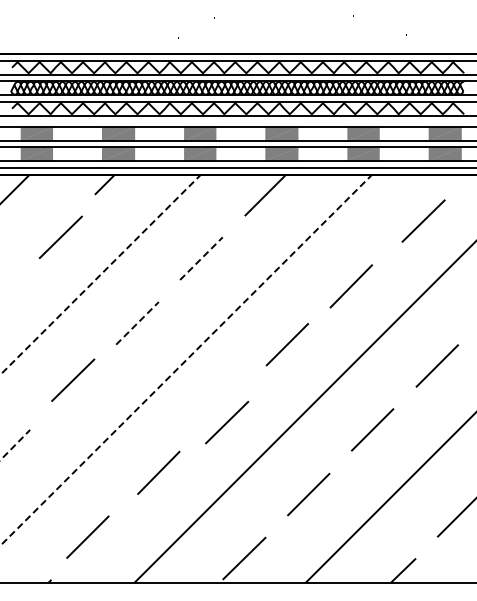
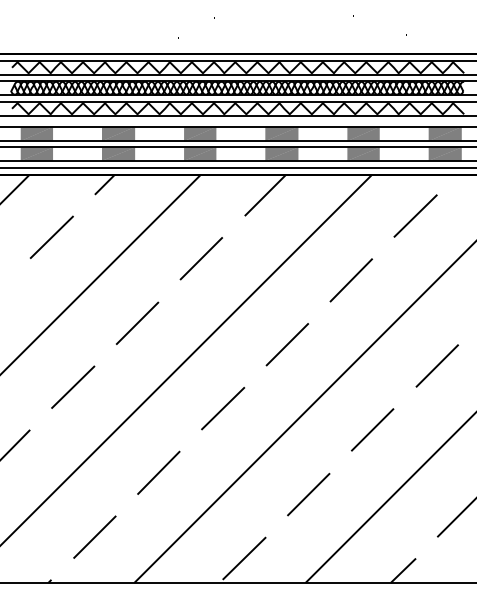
line at (423, 220) position: (423, 220) -> (415, 215)
line at (60, 236) position: (60, 236) -> (51, 236)
line at (201, 258): dashed -> solid
line at (100, 274): dashed -> solid
line at (350, 286) position: (350, 286) -> (350, 280)
line at (137, 323): dashed -> solid
line at (186, 359): dashed -> solid
line at (73, 379) position: (73, 379) -> (73, 386)
line at (227, 422) position: (227, 422) -> (223, 408)
line at (15, 444): dashed -> solid
line at (87, 536) position: (87, 536) -> (94, 536)
